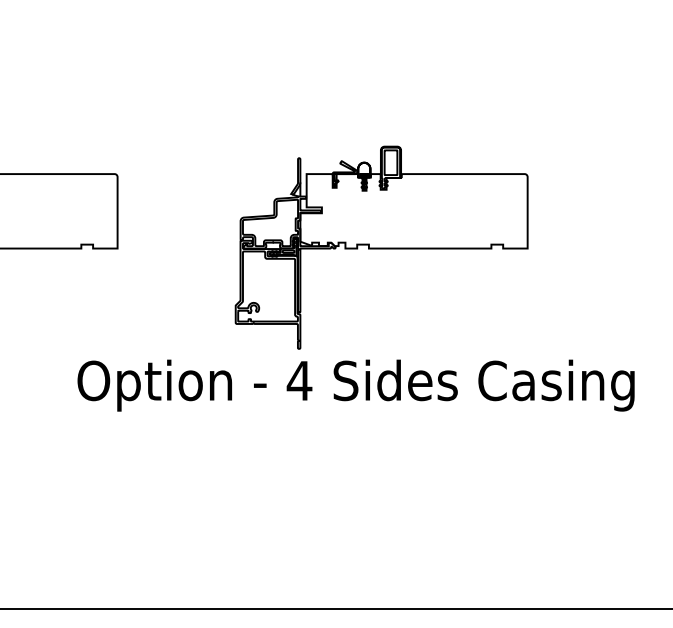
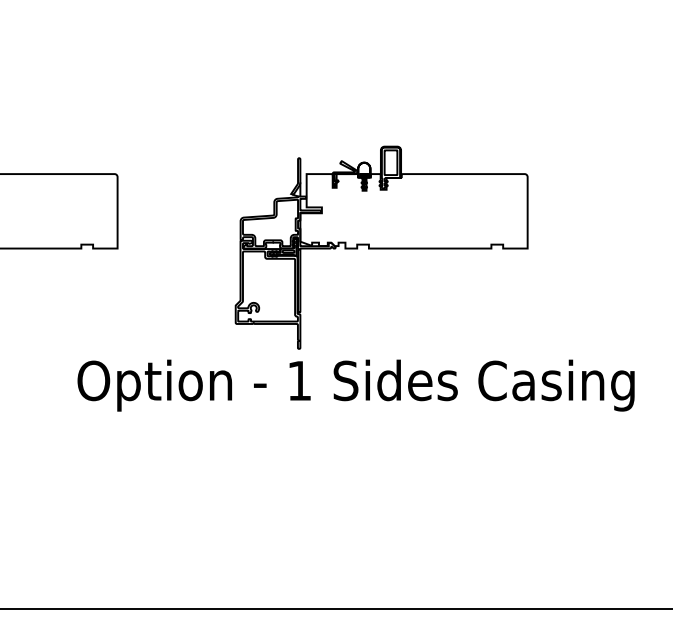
text at (299, 380): 4 -> 1
